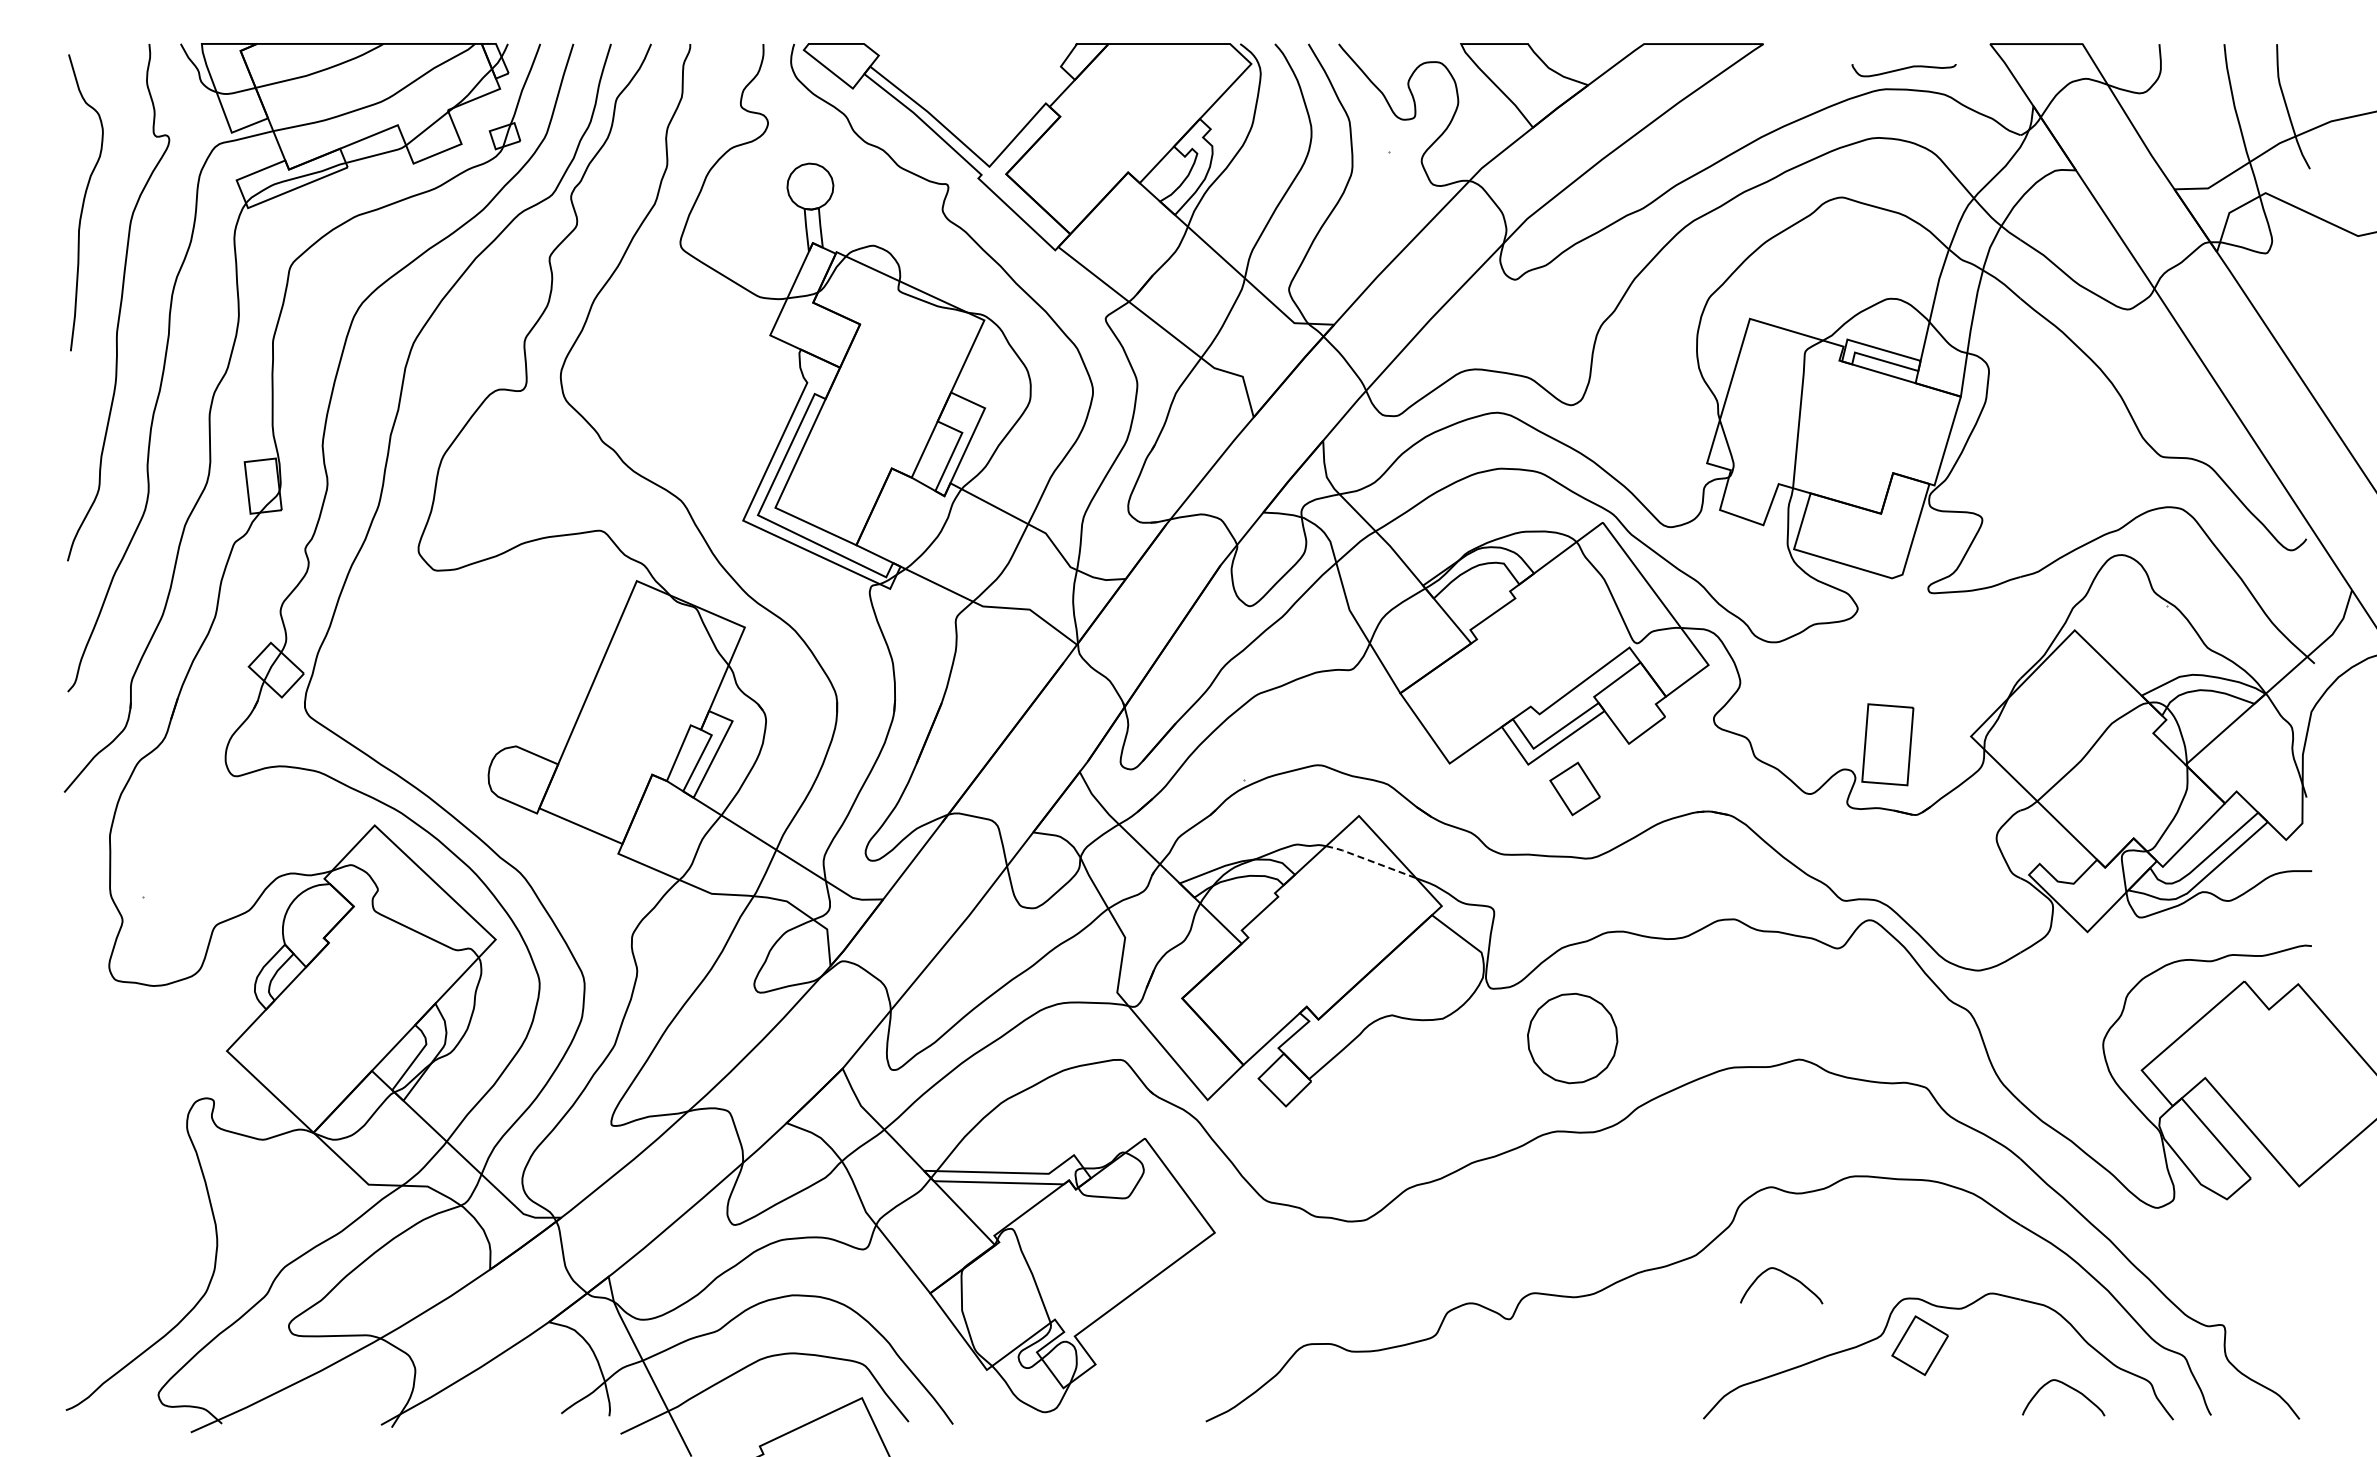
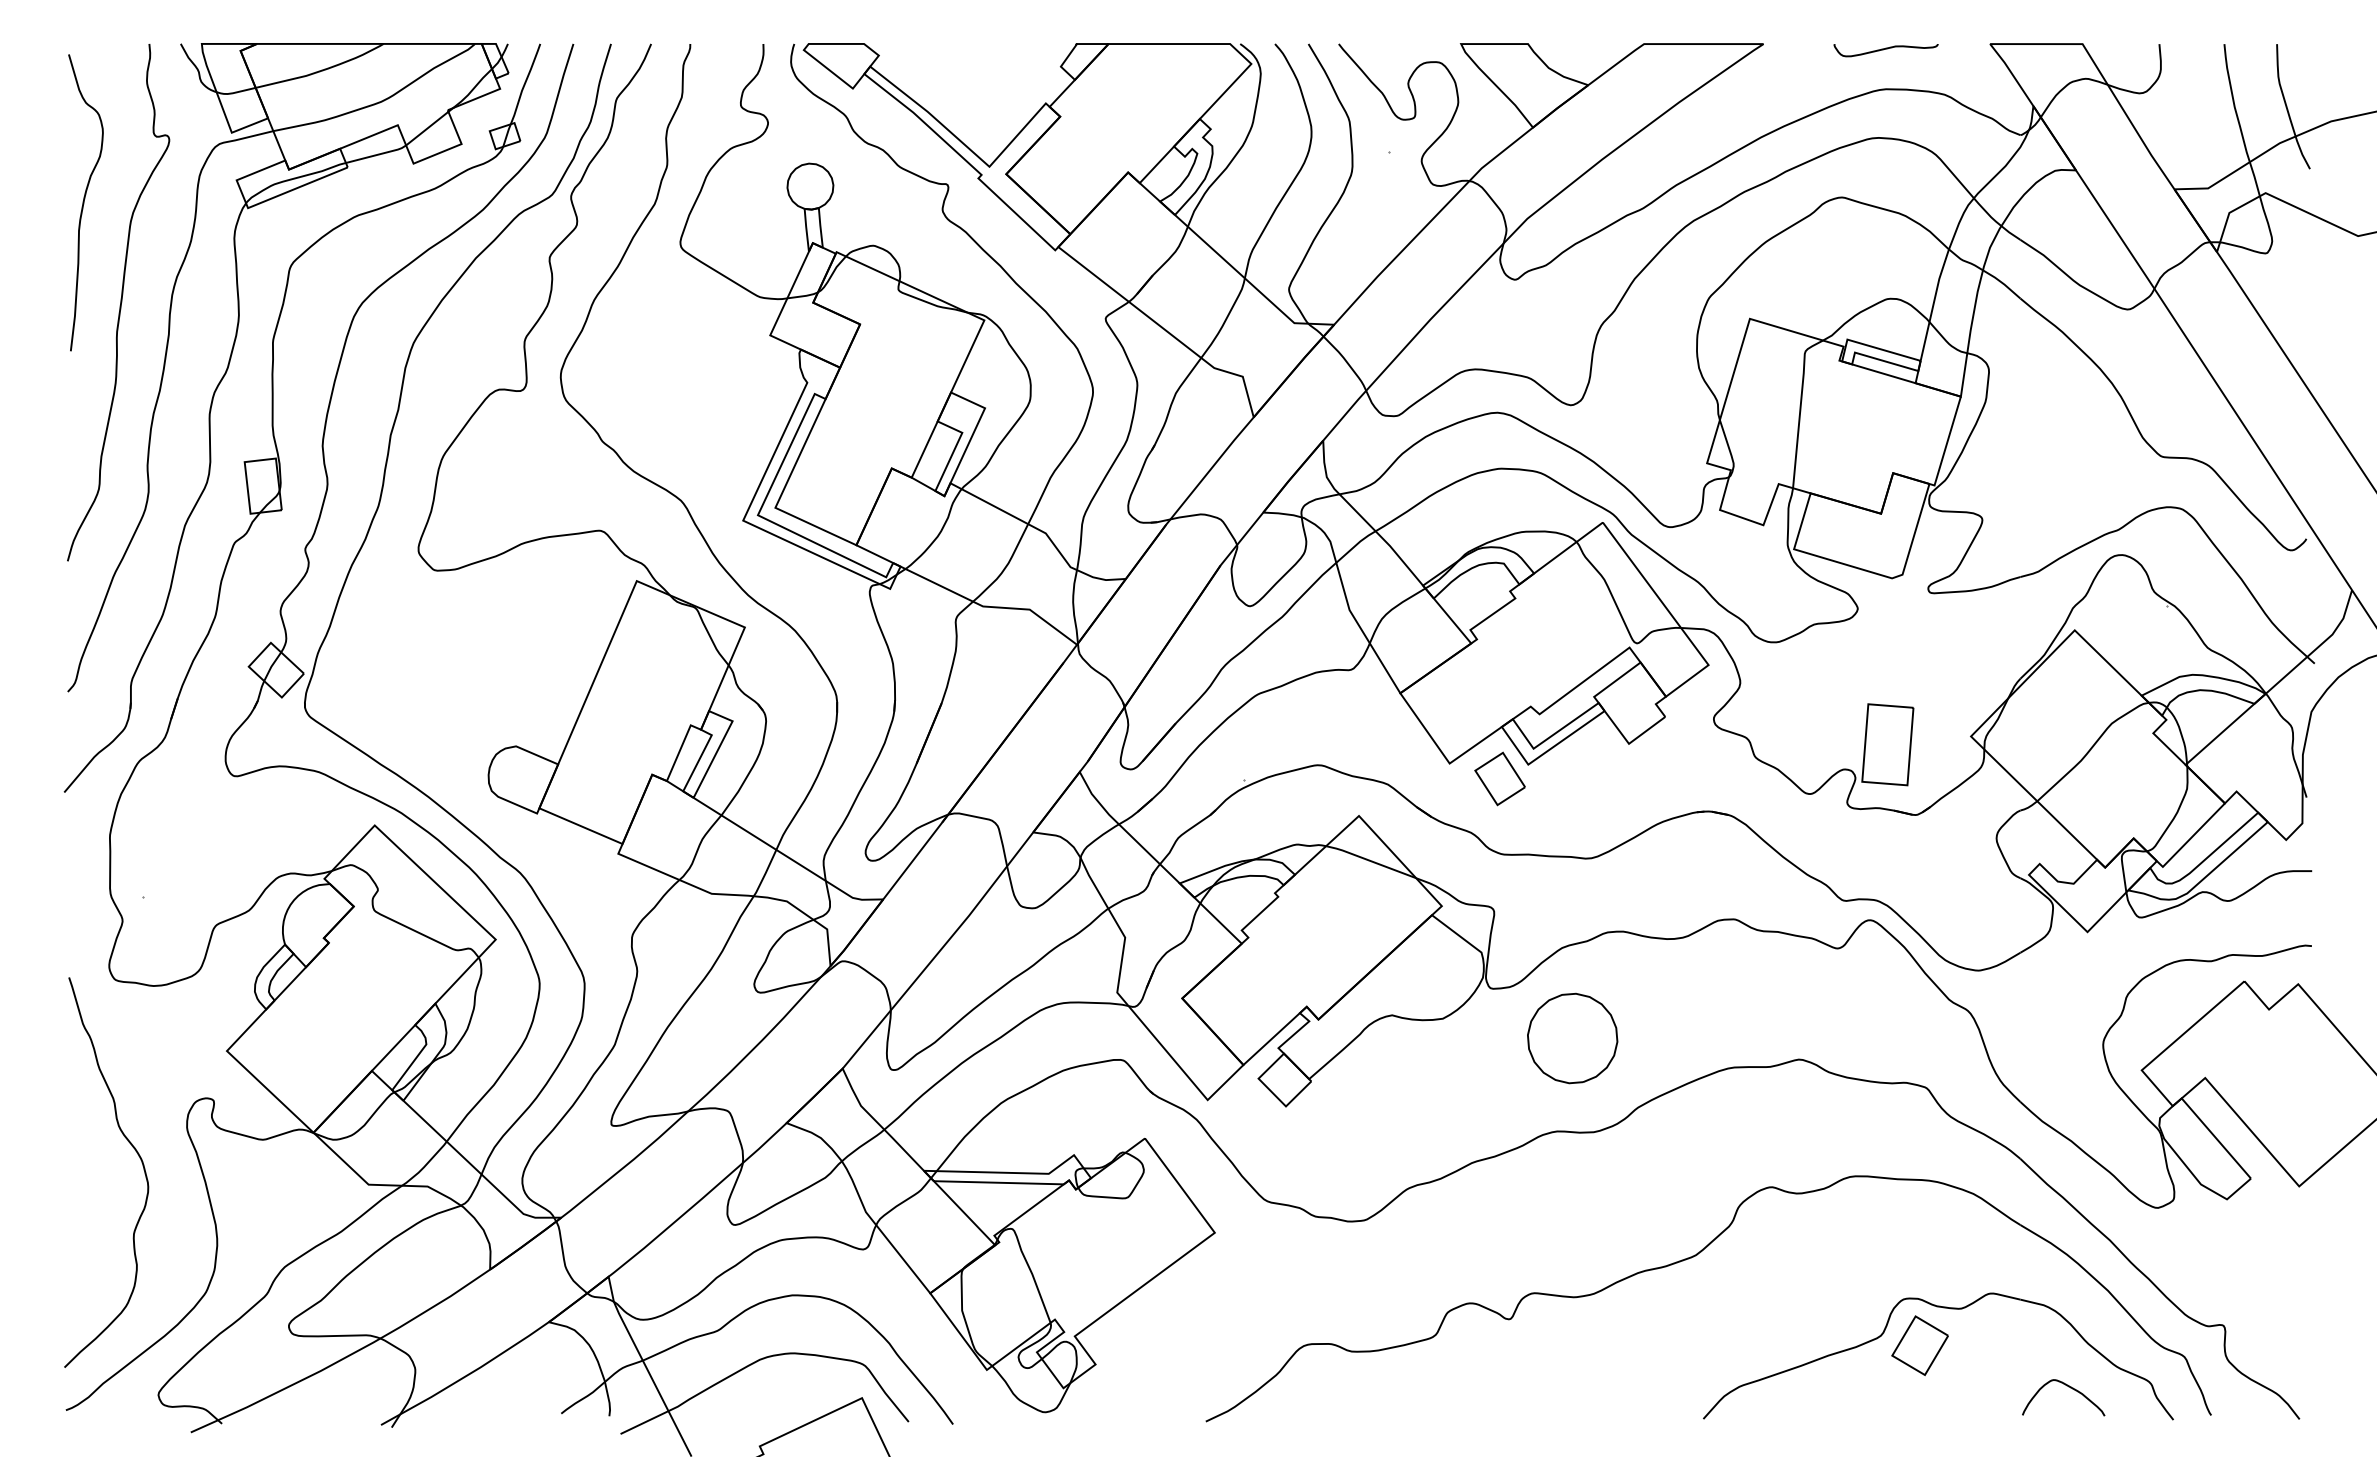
curve at (1903, 69) position: (1903, 69) -> (1885, 49)
part at (1574, 788) position: (1574, 788) -> (1499, 778)
line at (1370, 861): dashed -> solid
curve at (138, 1156): none -> present
curve at (1786, 1275): present -> none
